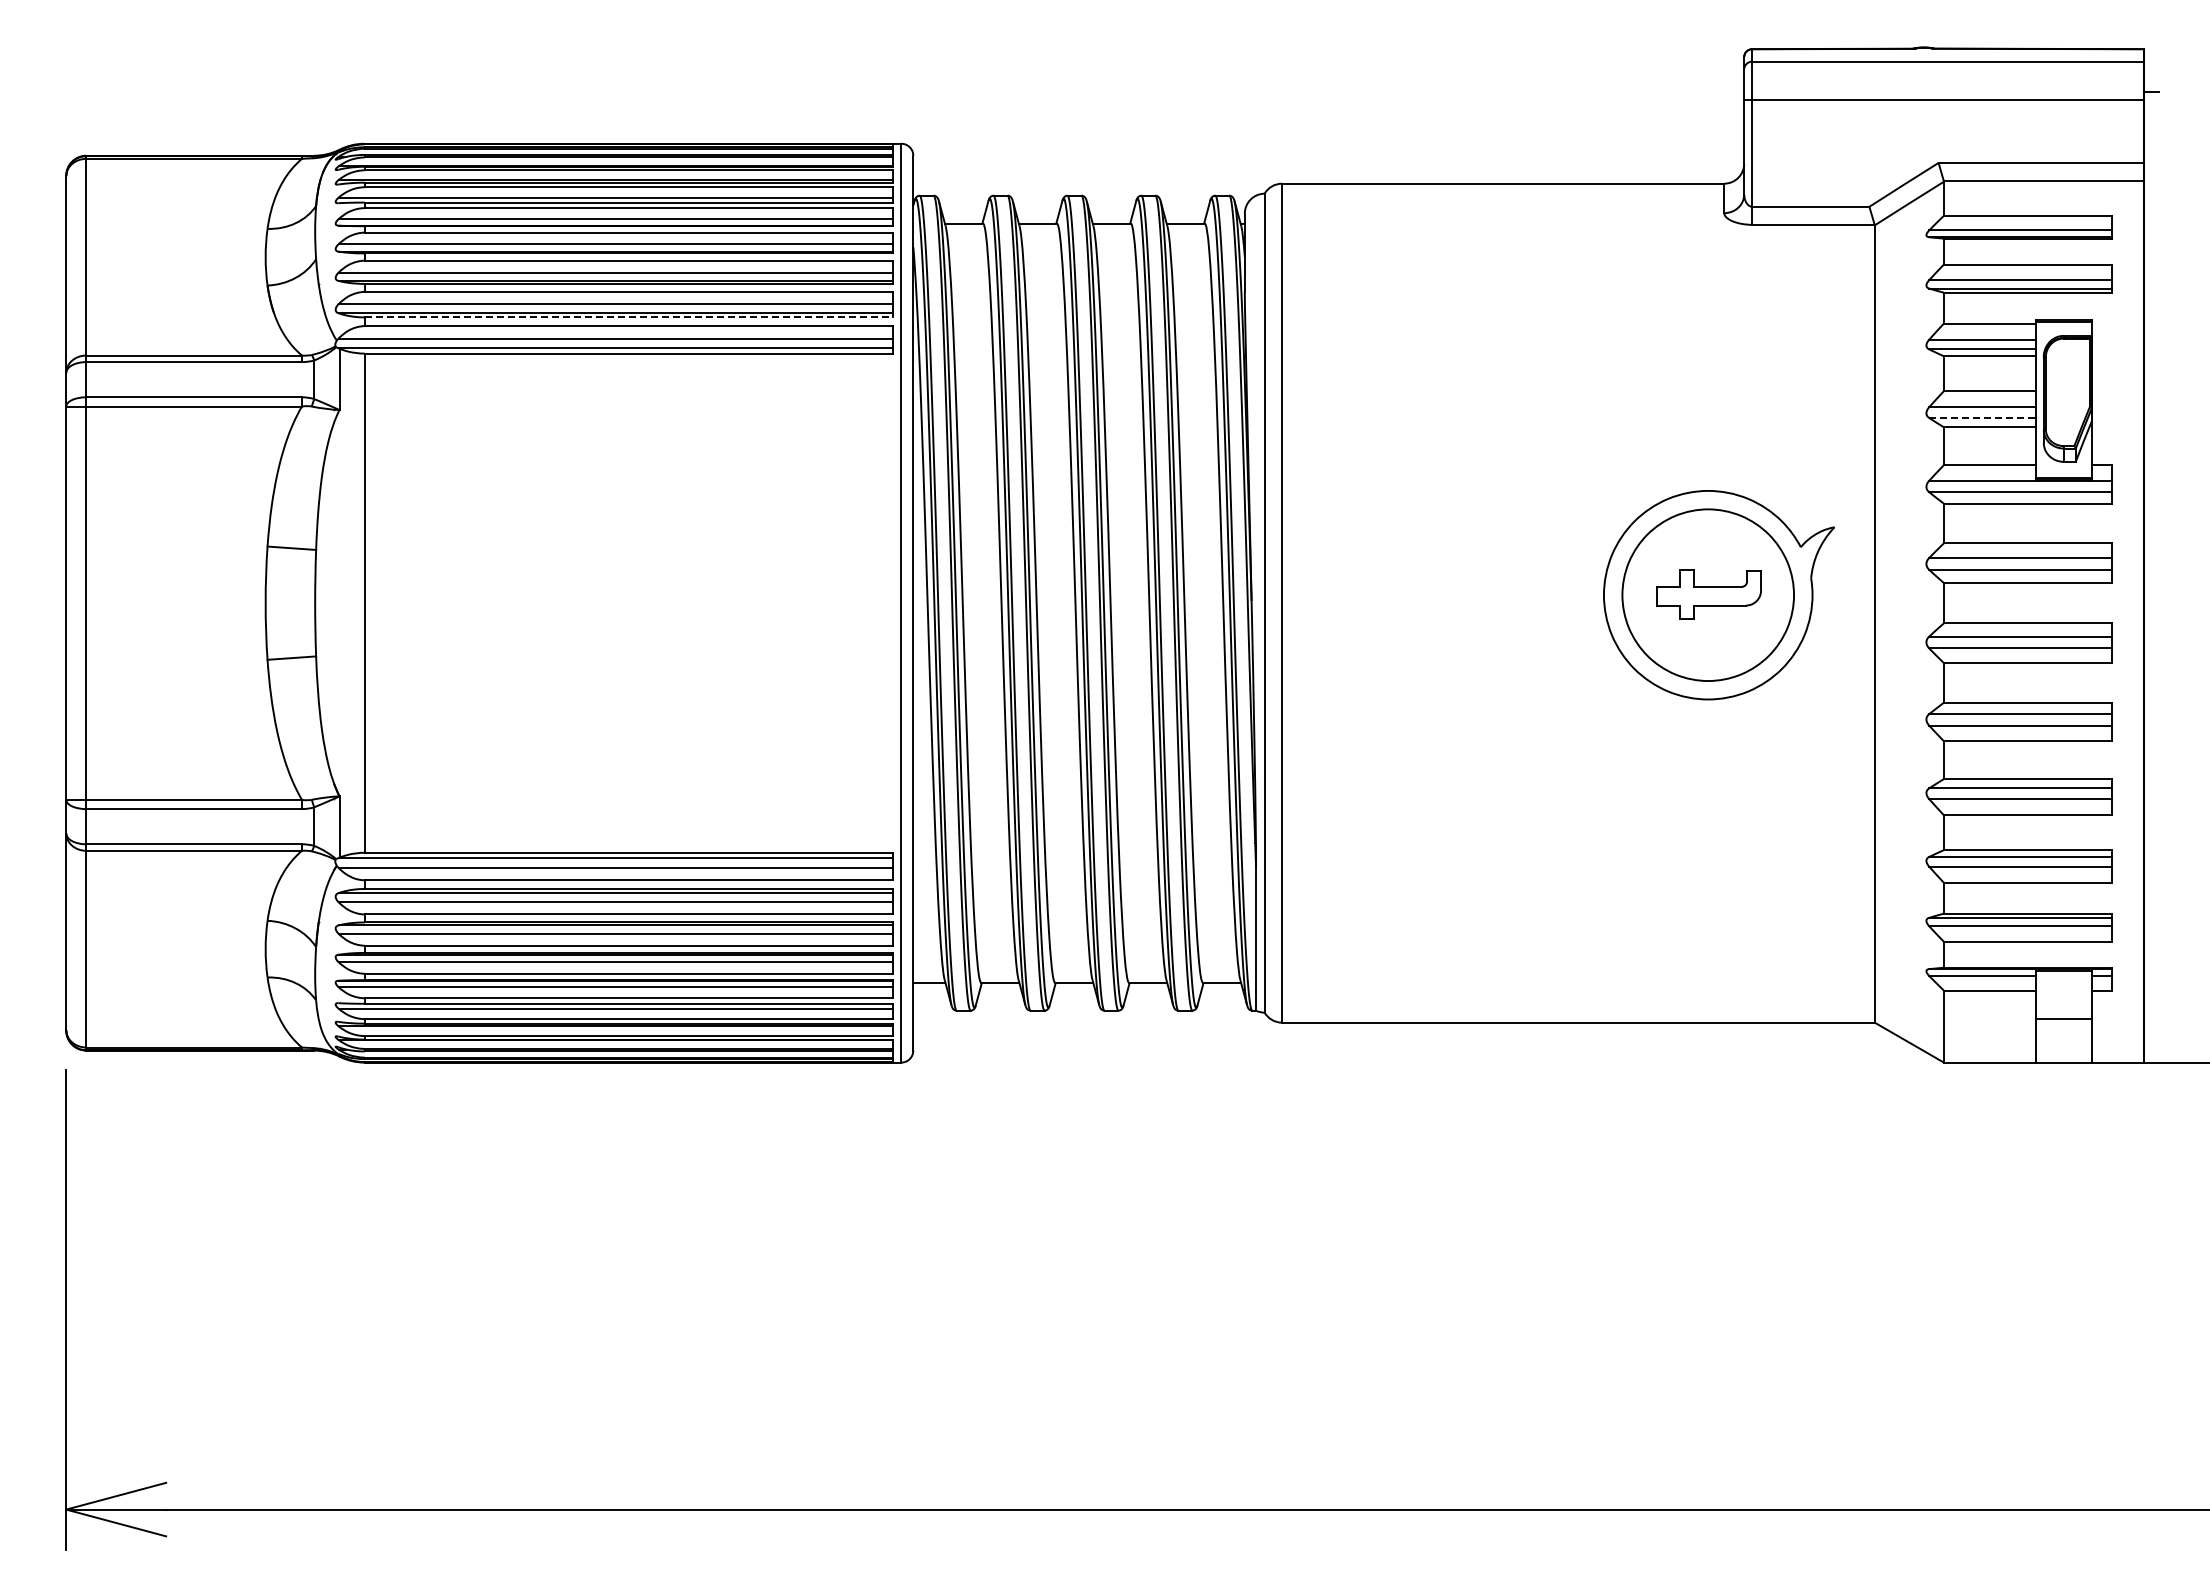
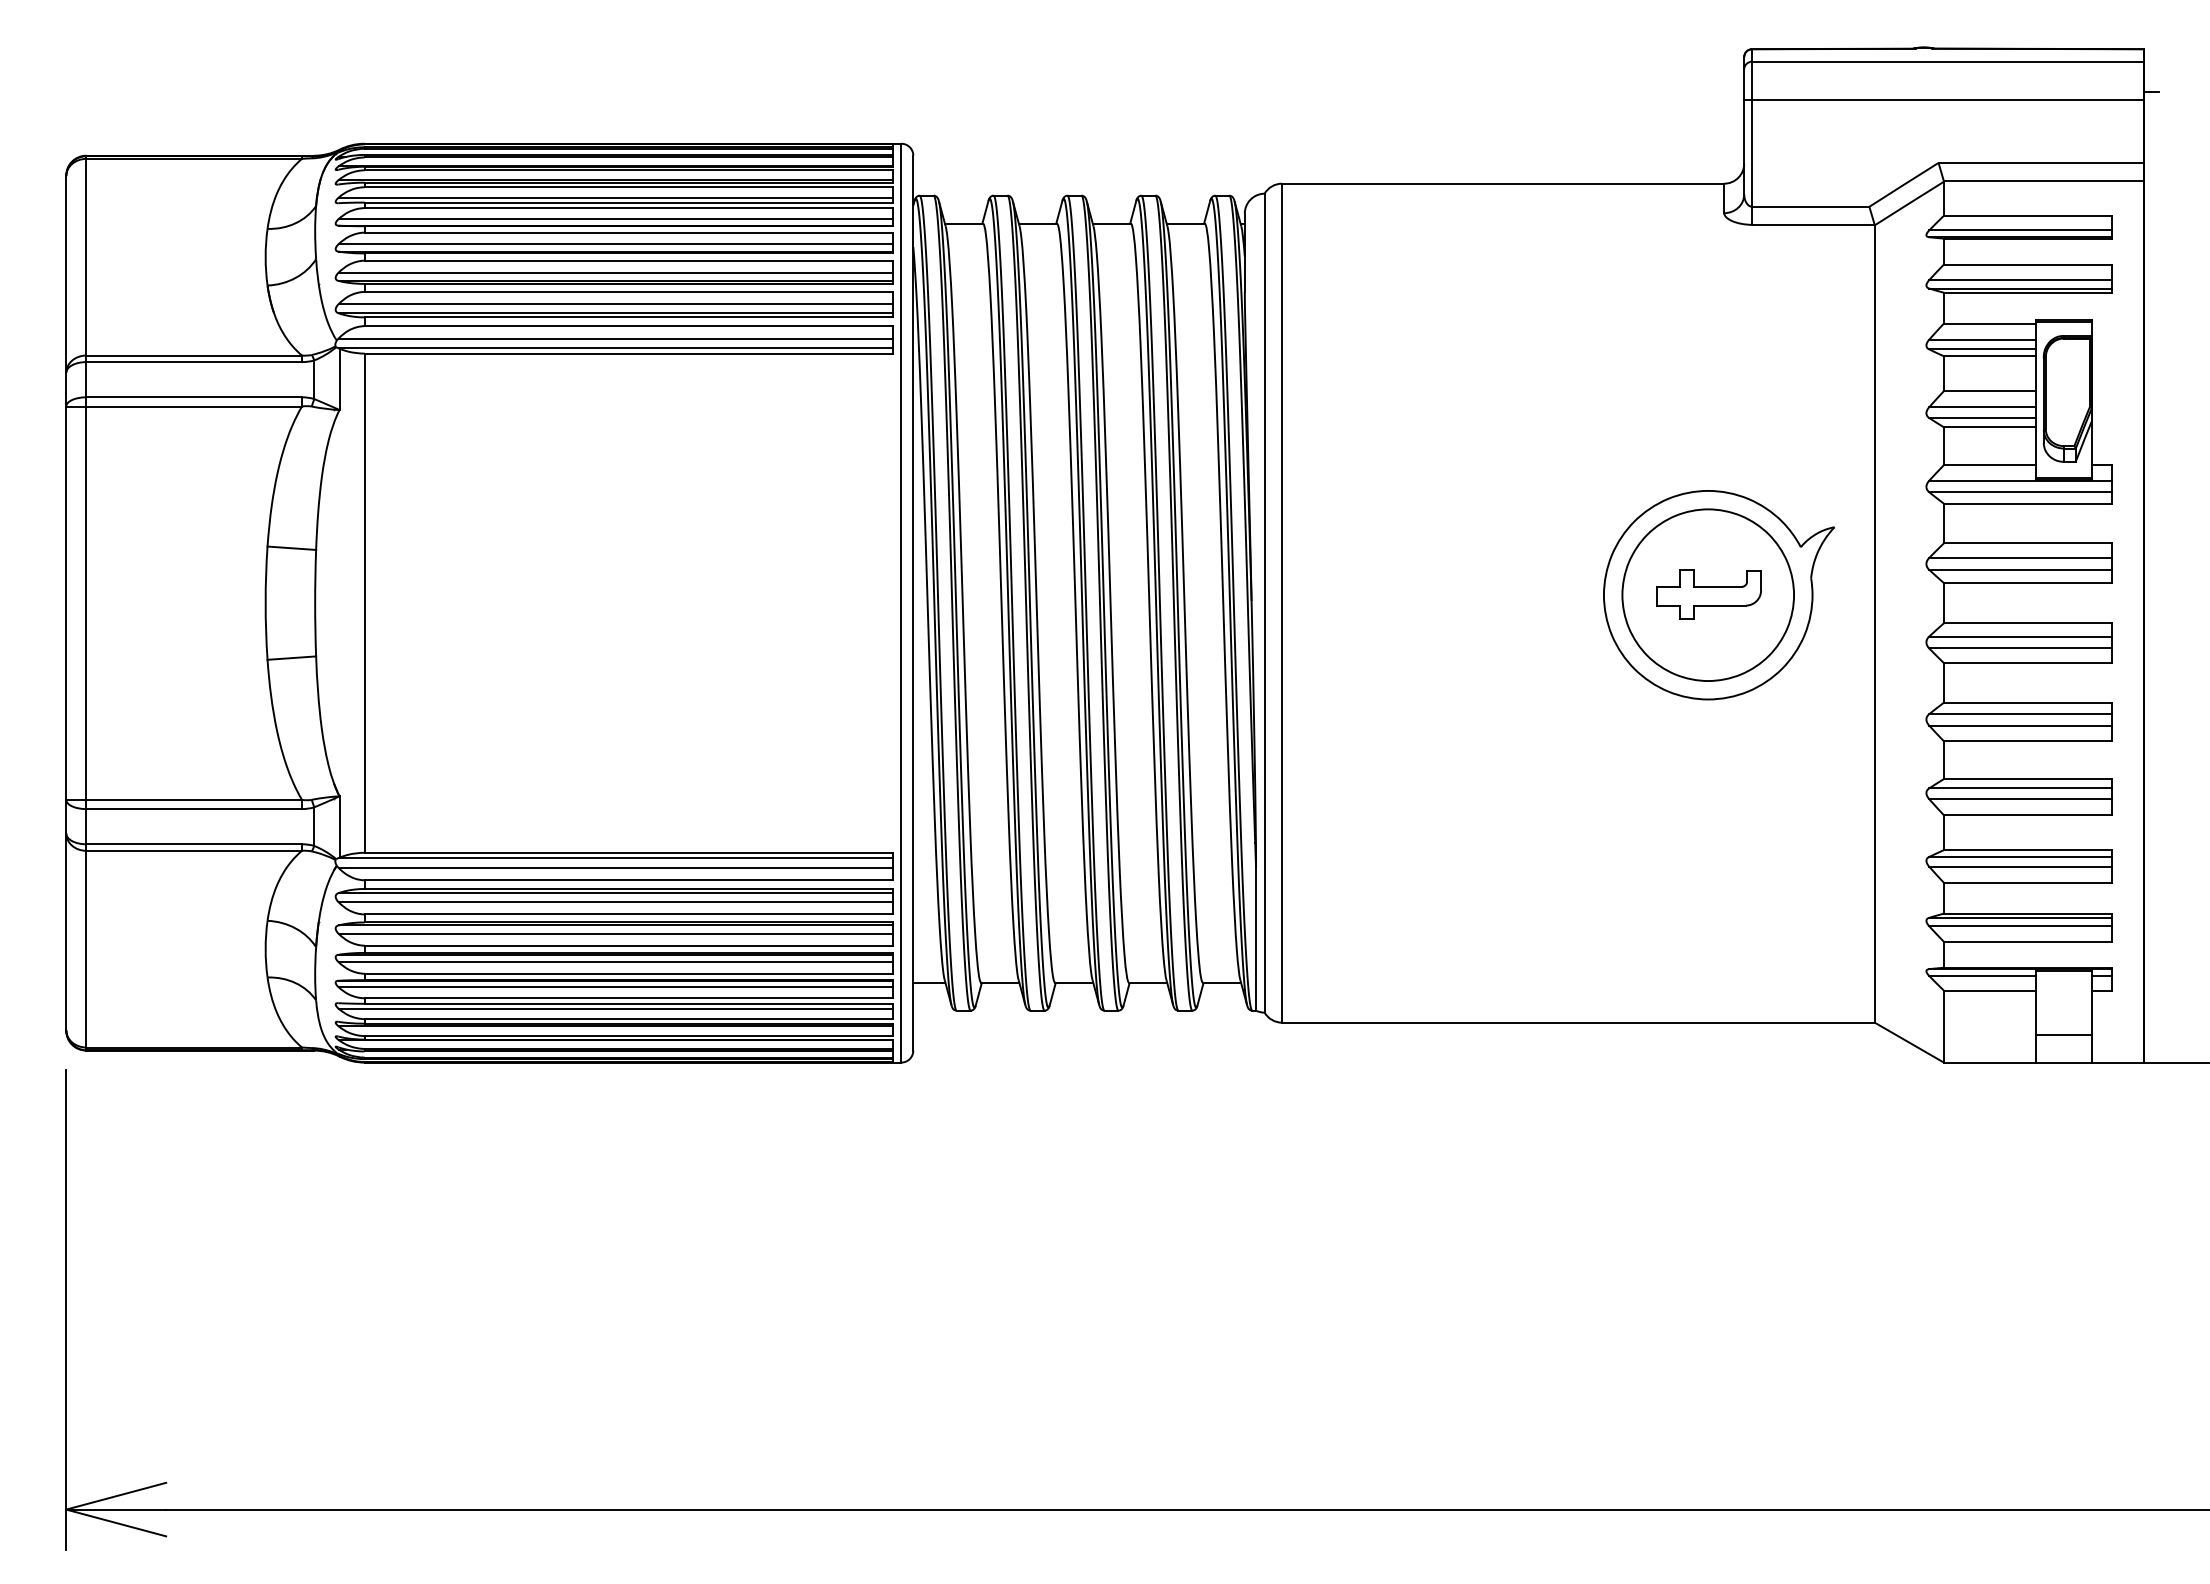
line at (629, 317): dashed -> solid
line at (1983, 418): dashed -> solid
line at (2063, 1018) position: (2063, 1018) -> (2063, 1034)
